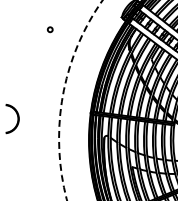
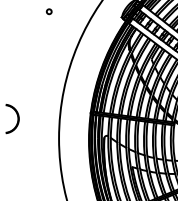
circle at (49, 29) position: (49, 29) -> (48, 11)
circle at (80, 100): dashed -> solid
